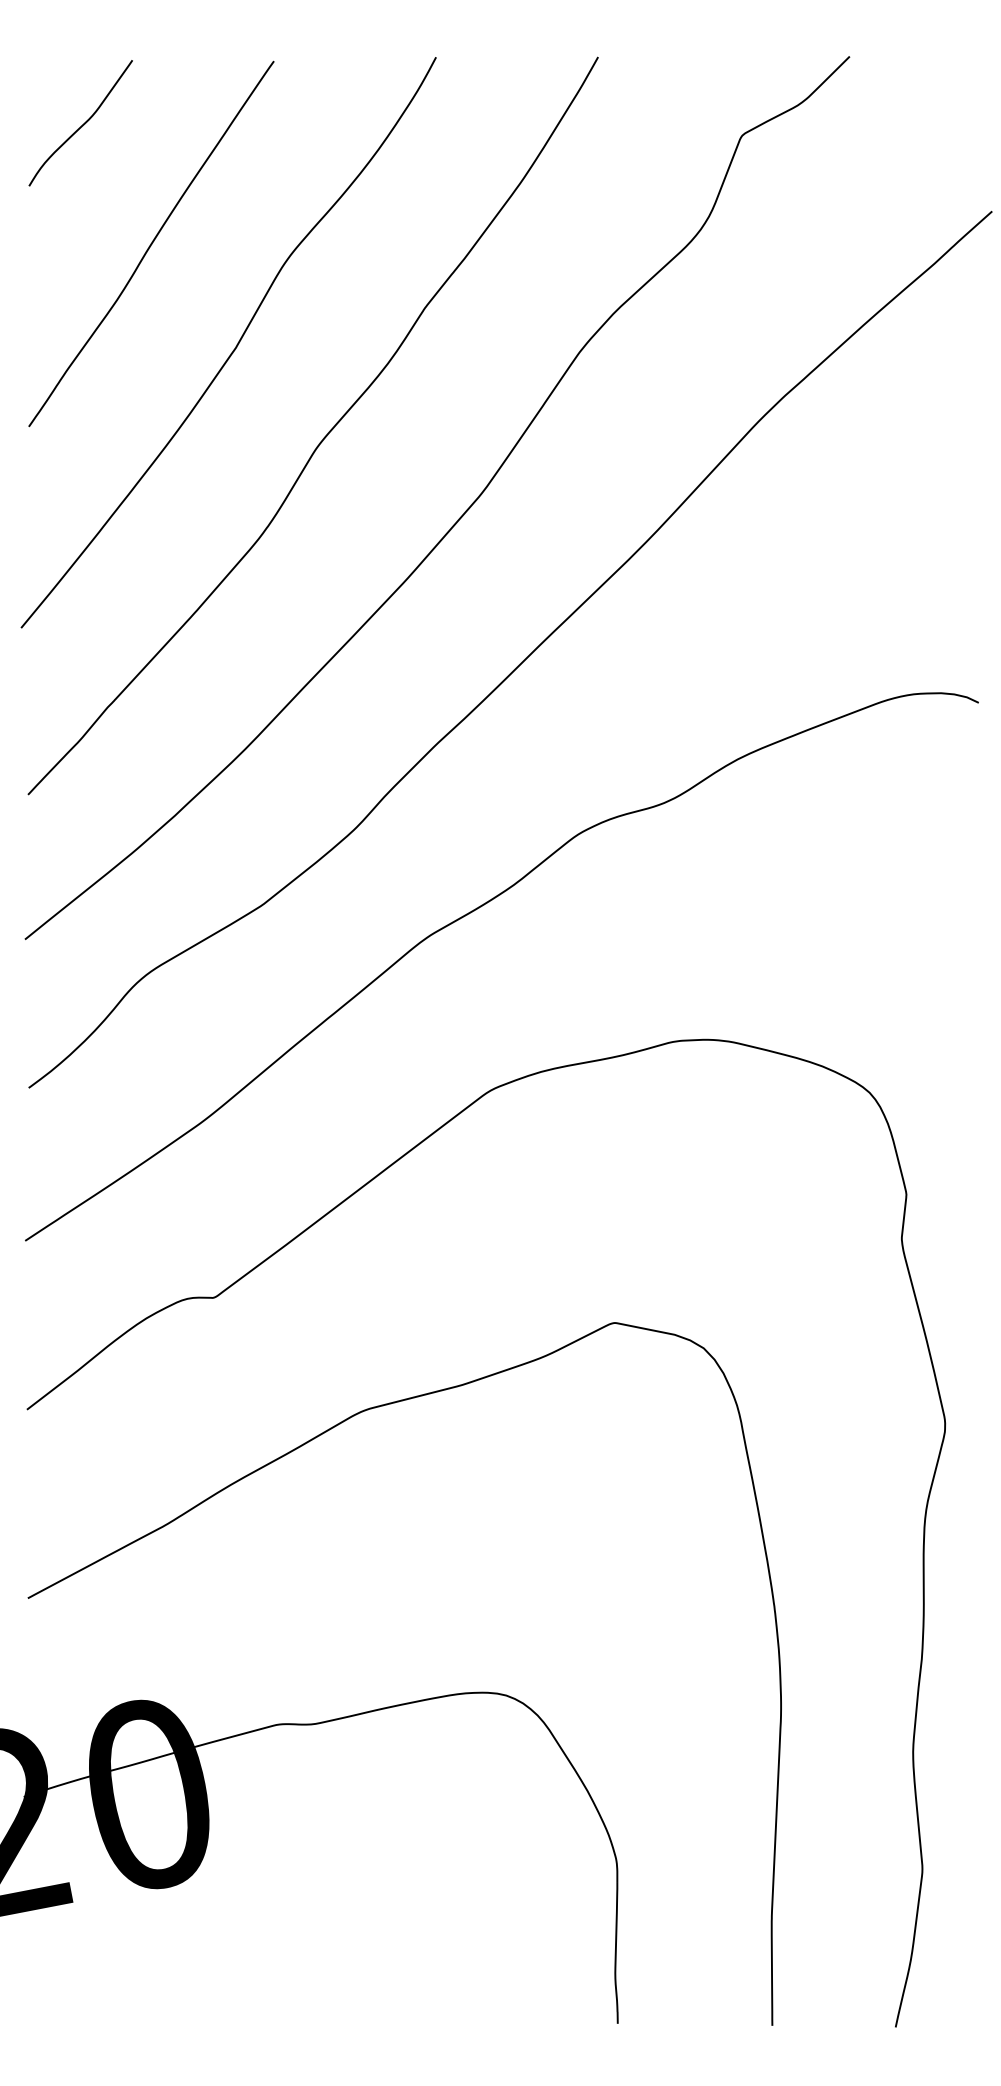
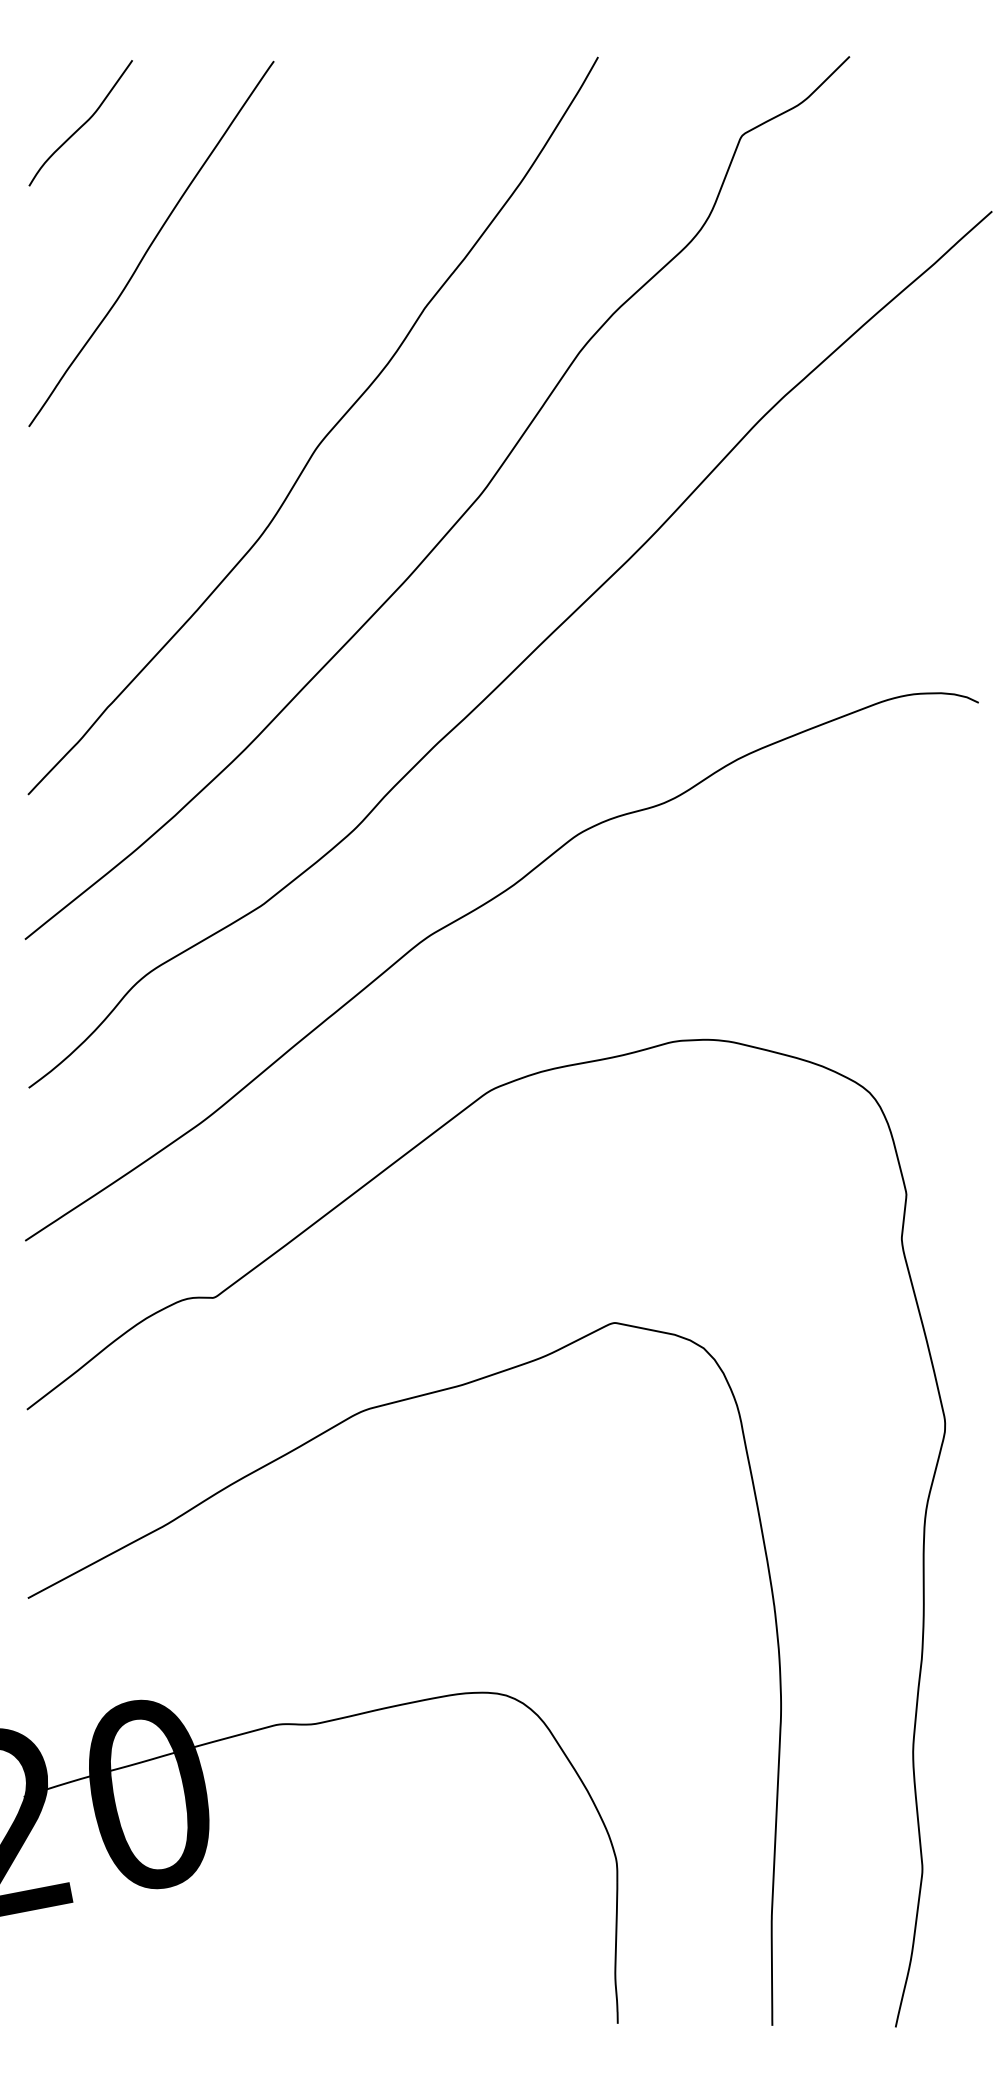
curve at (235, 346): present -> none
